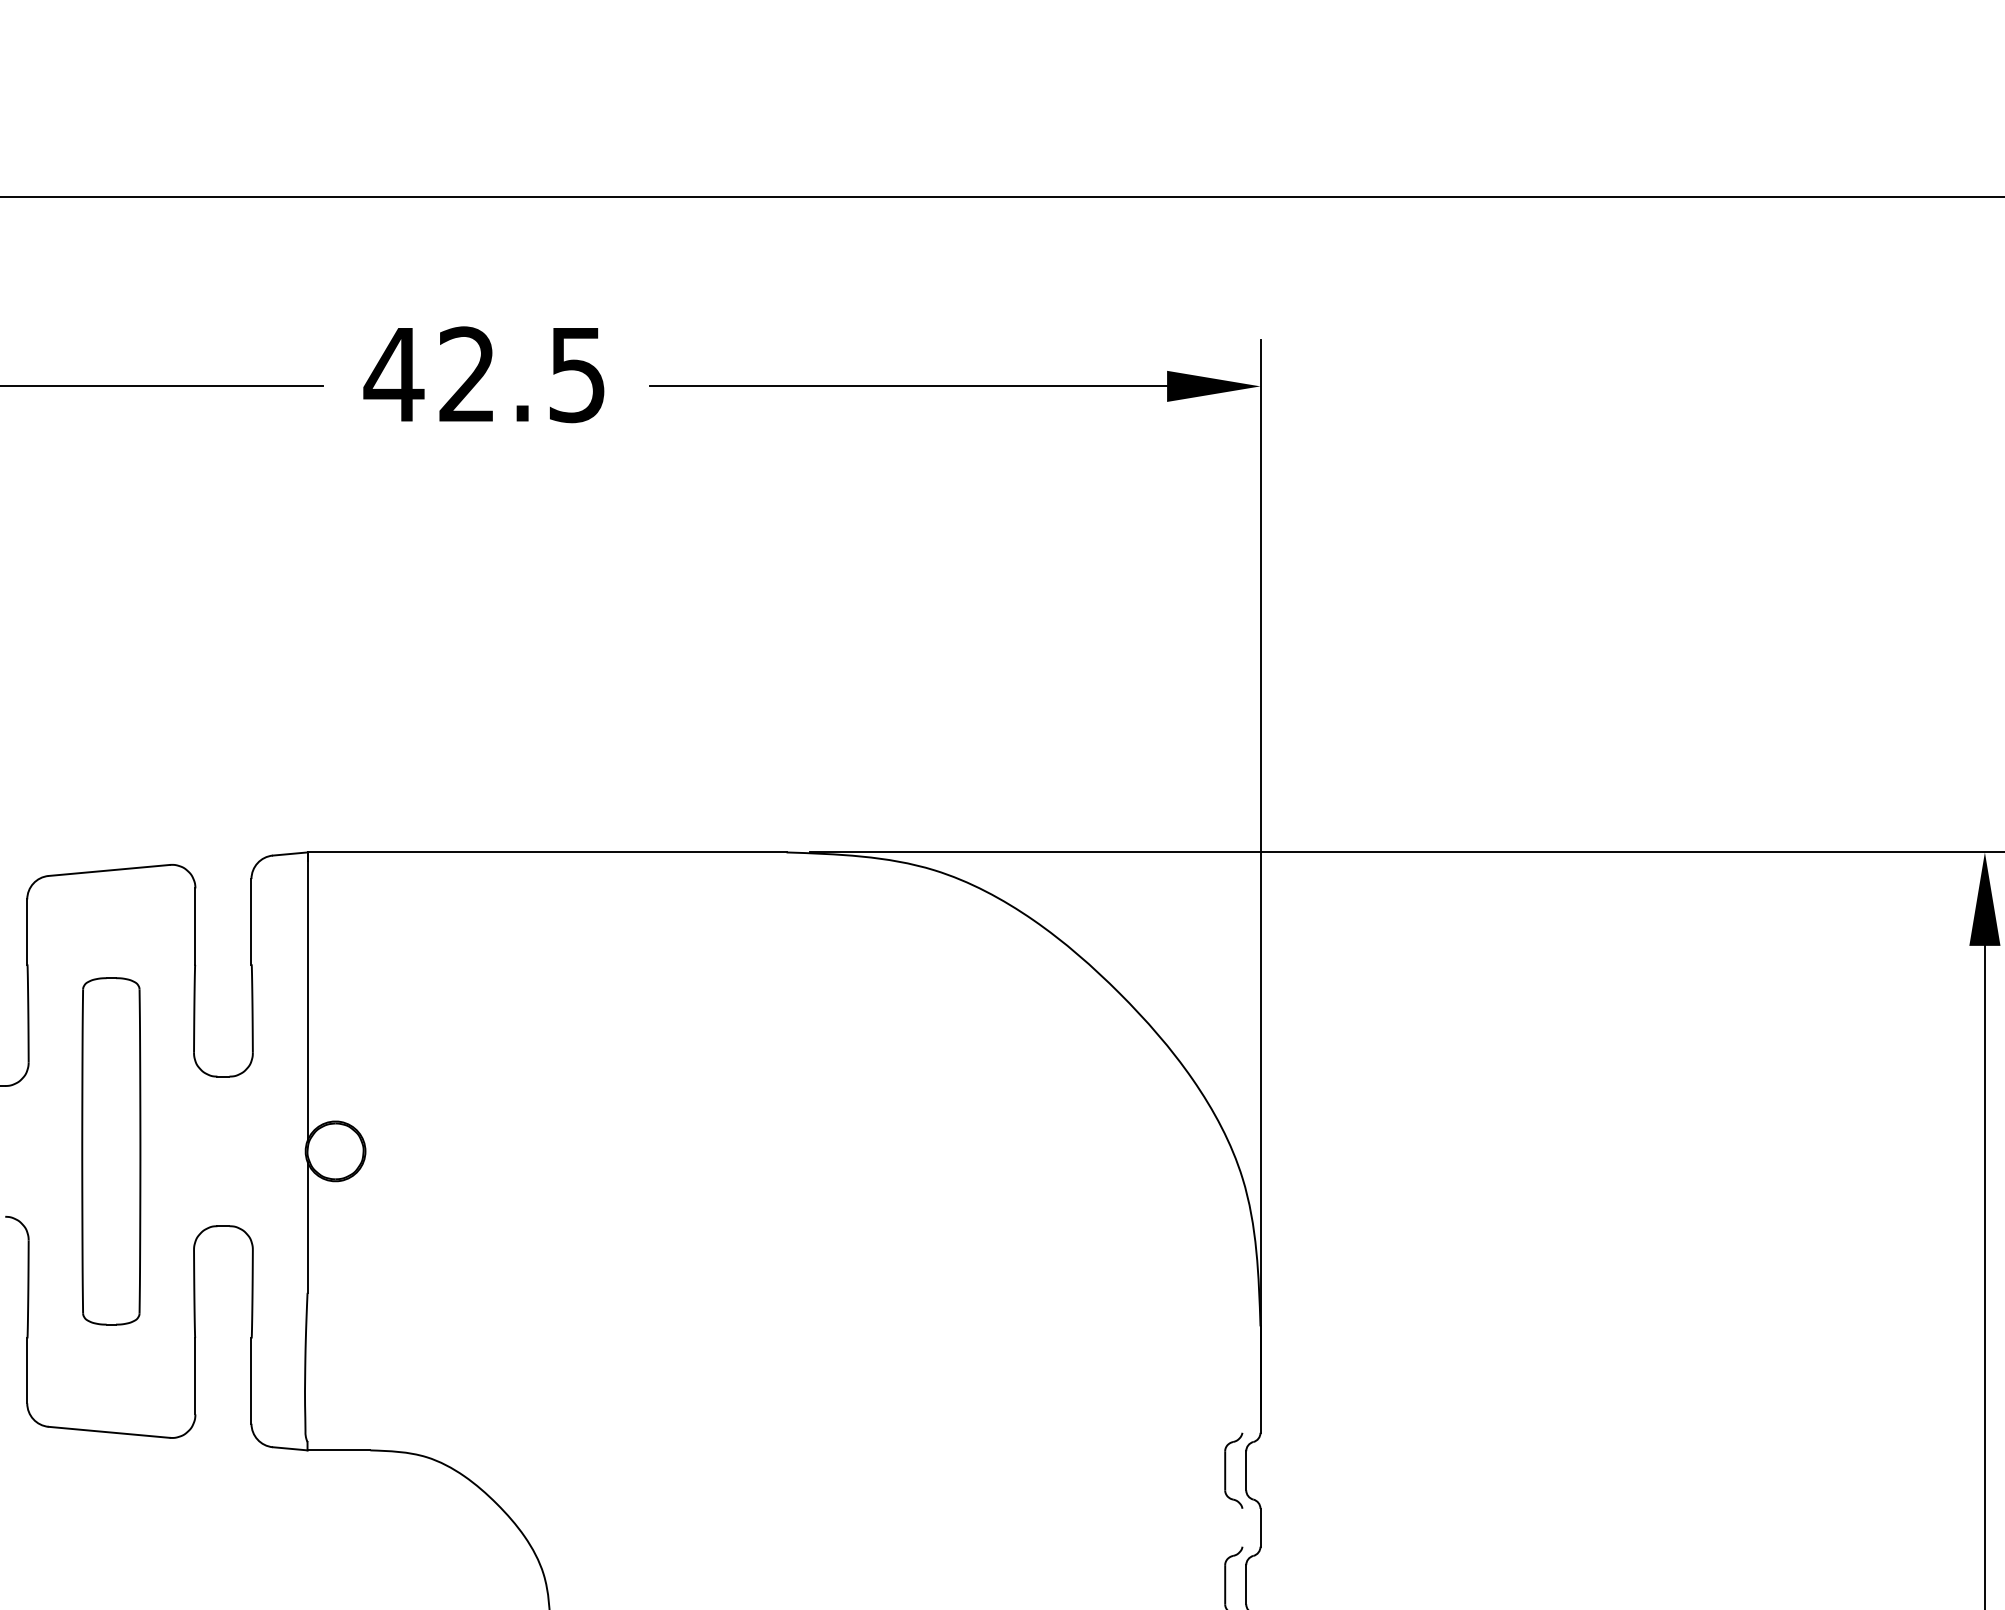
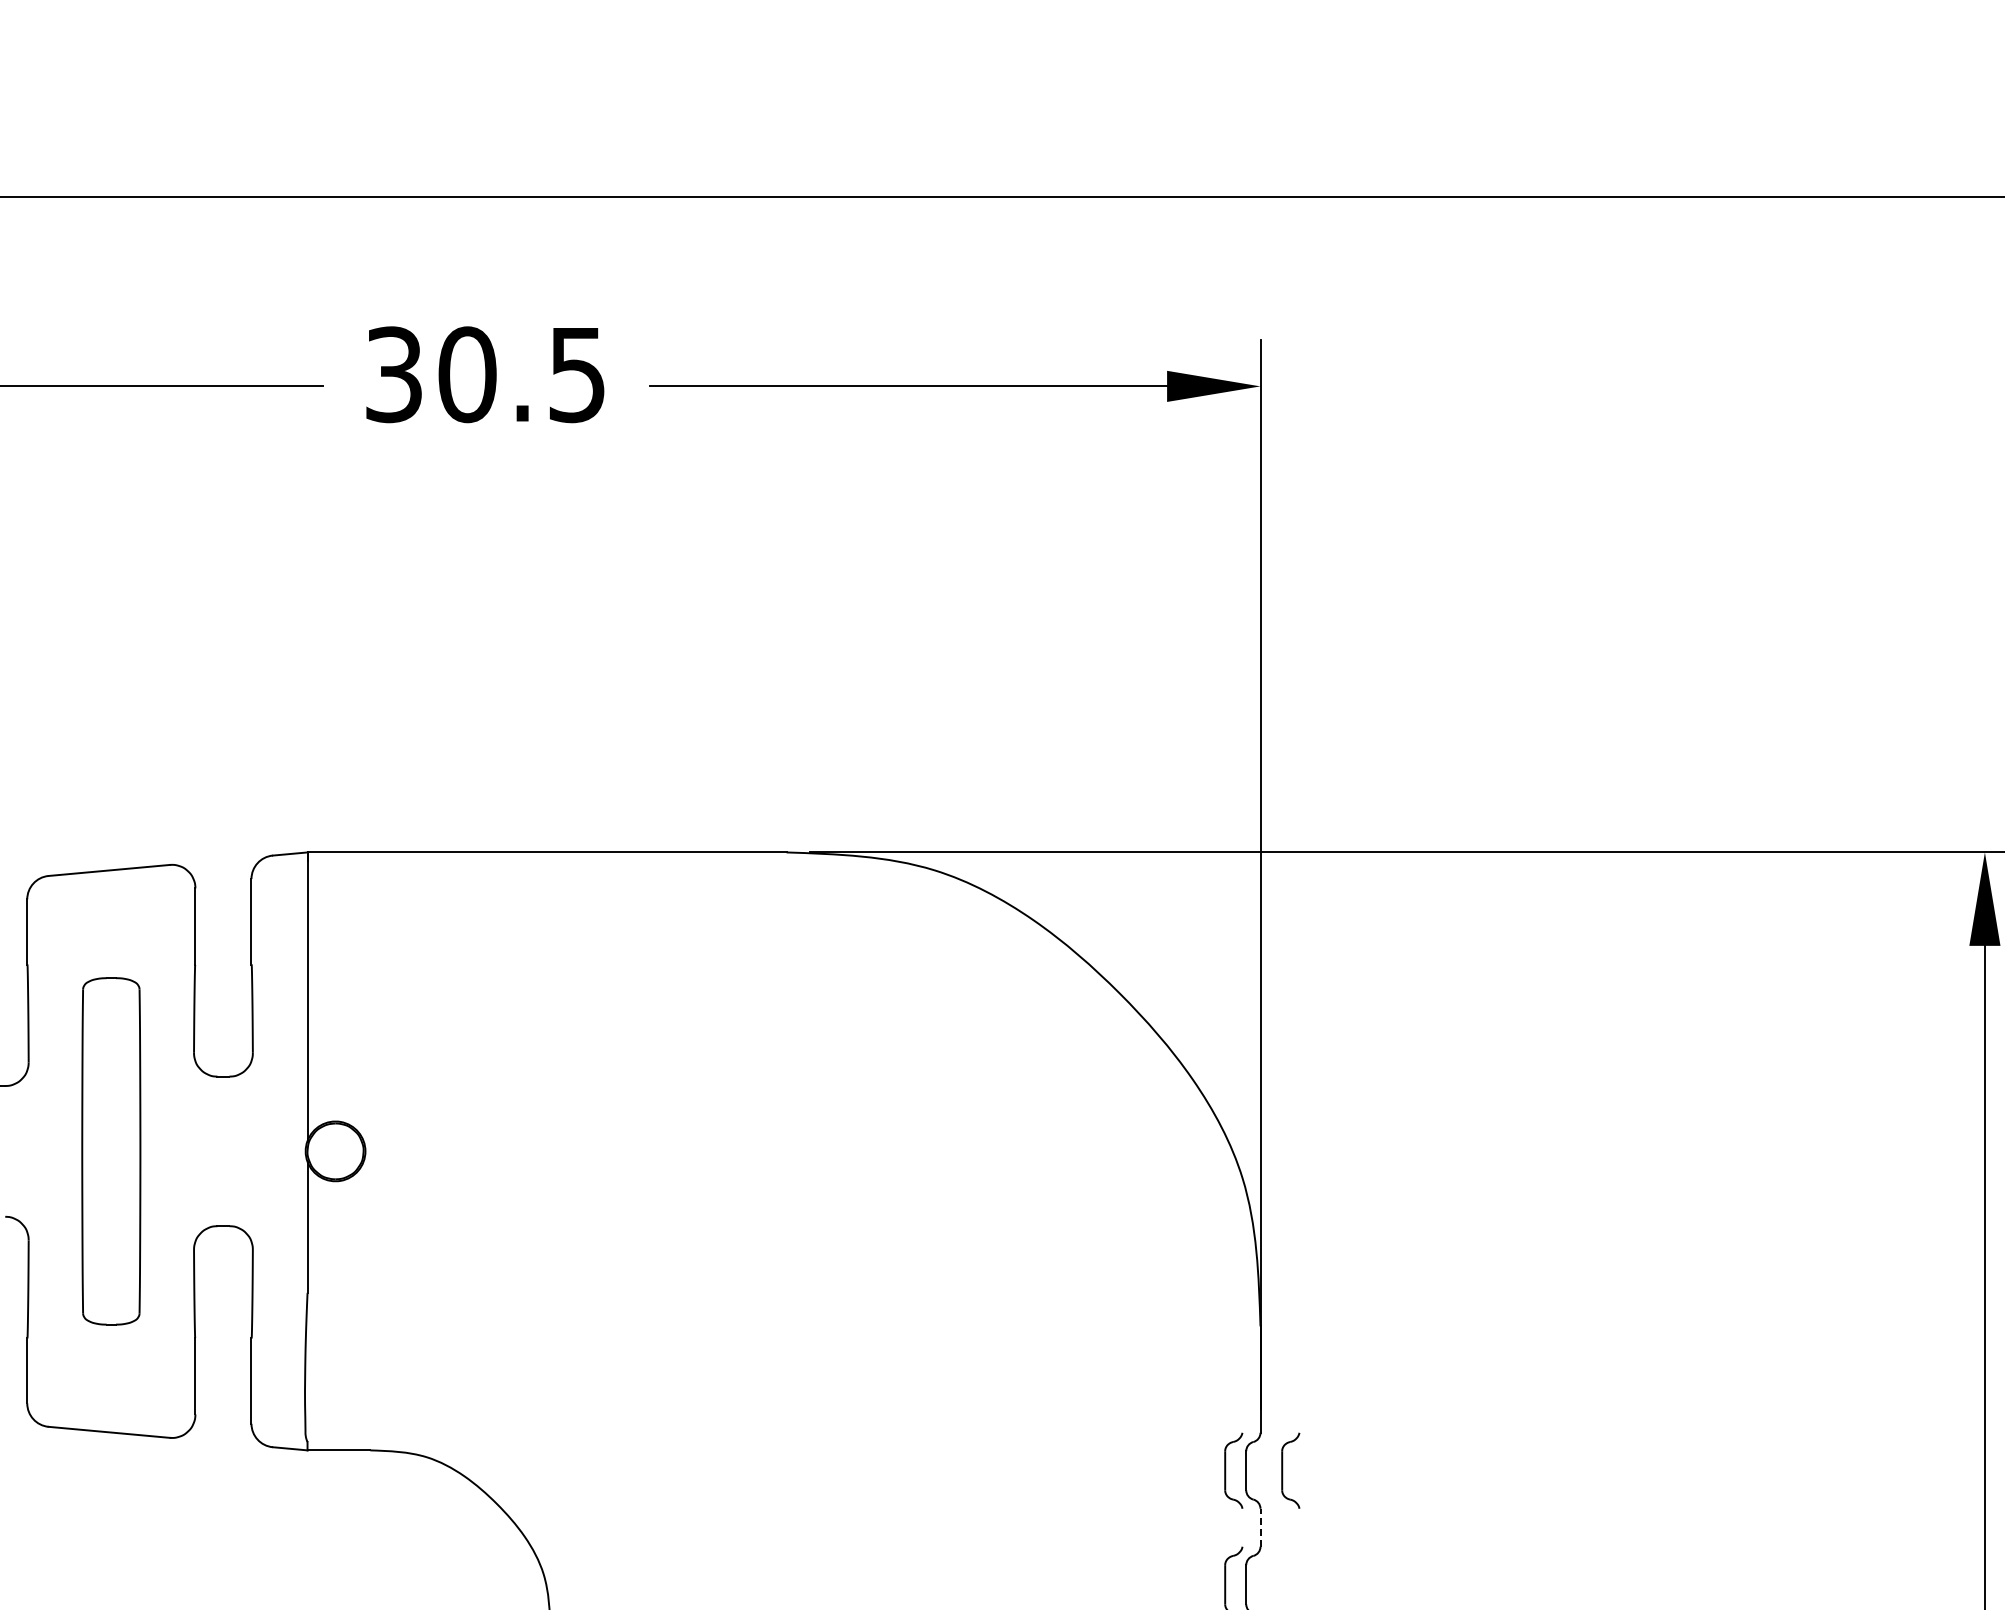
text at (429, 374): 42.5 -> 30.5
part at (1283, 1470): none -> present
line at (1260, 1527): solid -> dashed
